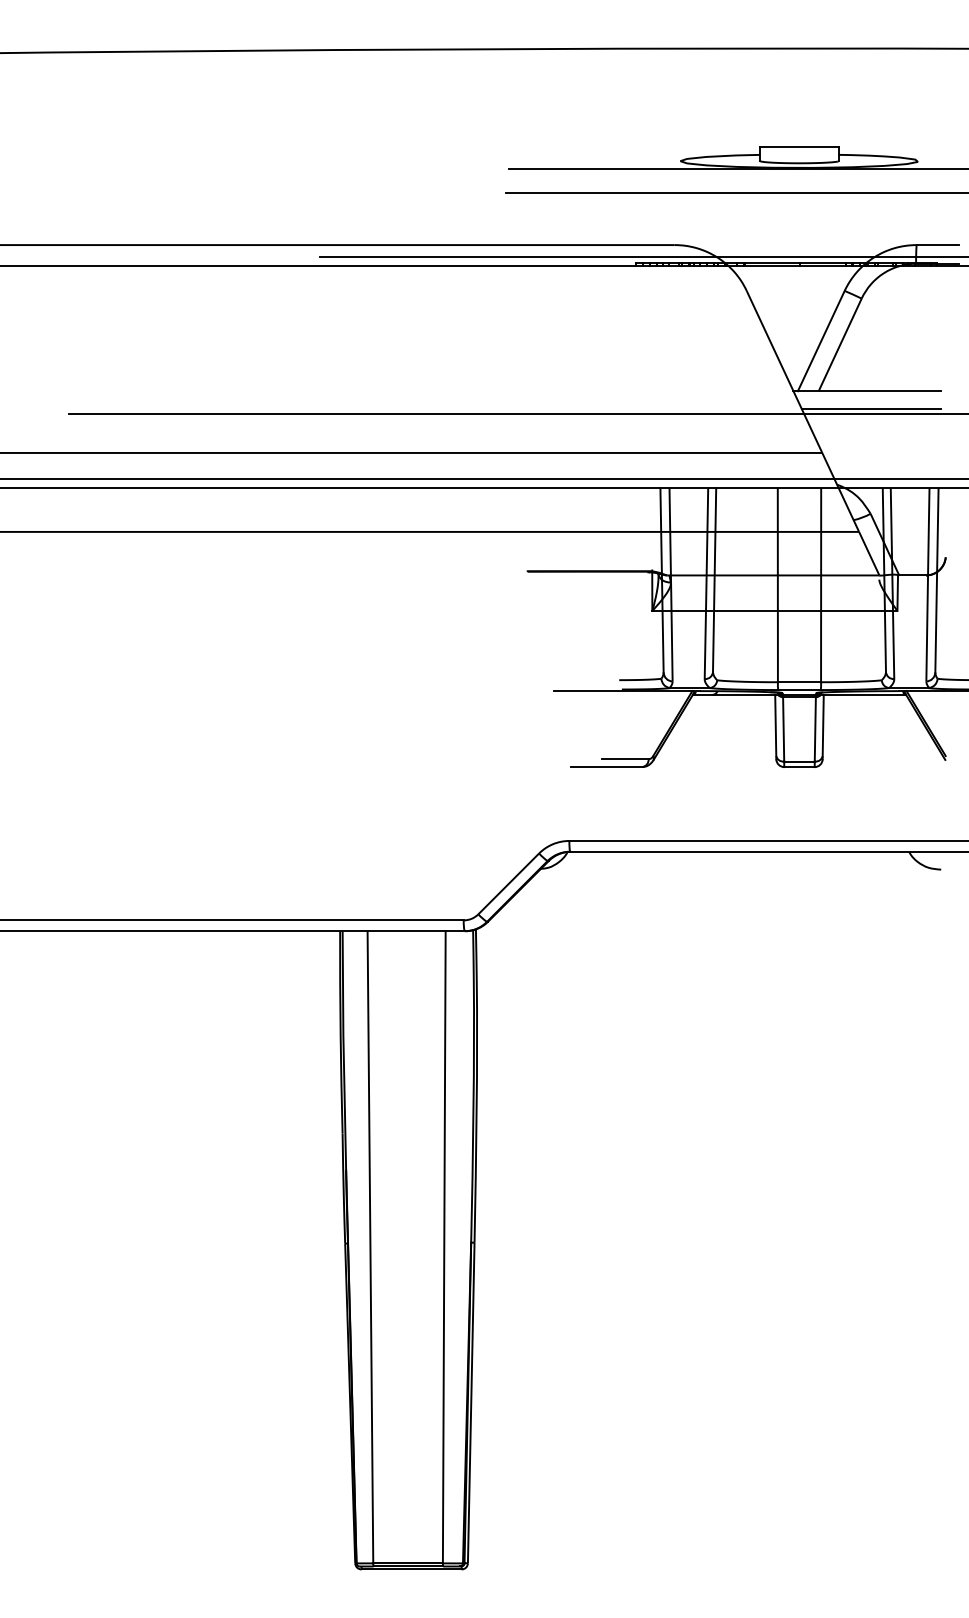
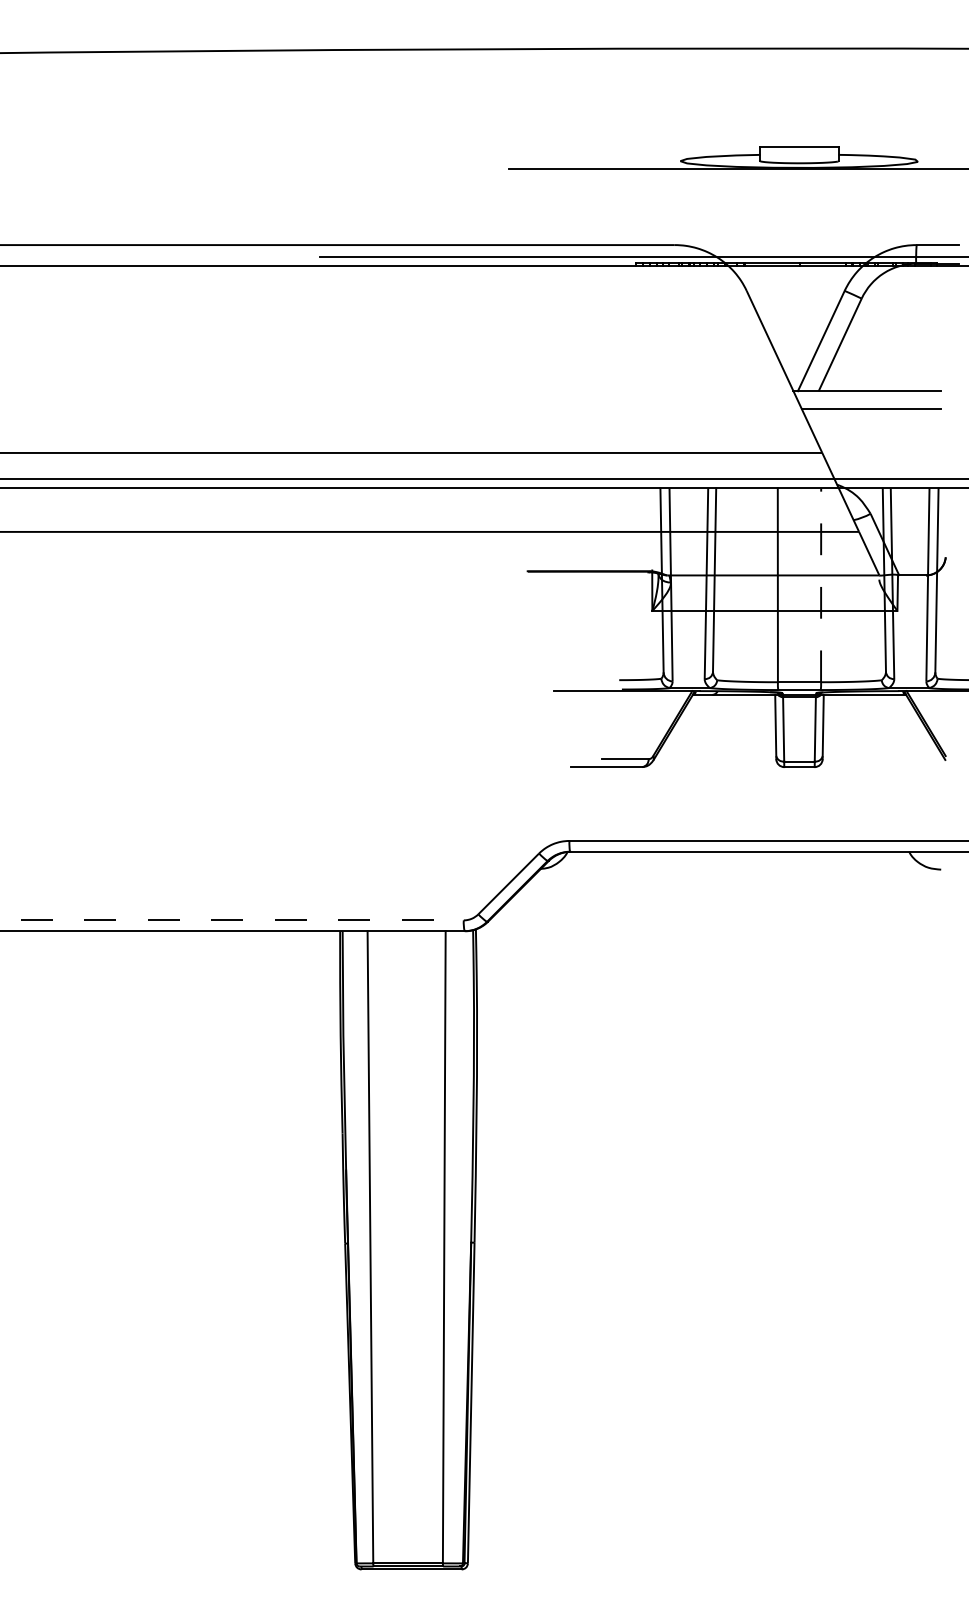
line at (735, 193): present -> none
line at (516, 413): present -> none
line at (821, 585): solid -> dashed
line at (231, 920): solid -> dashed
